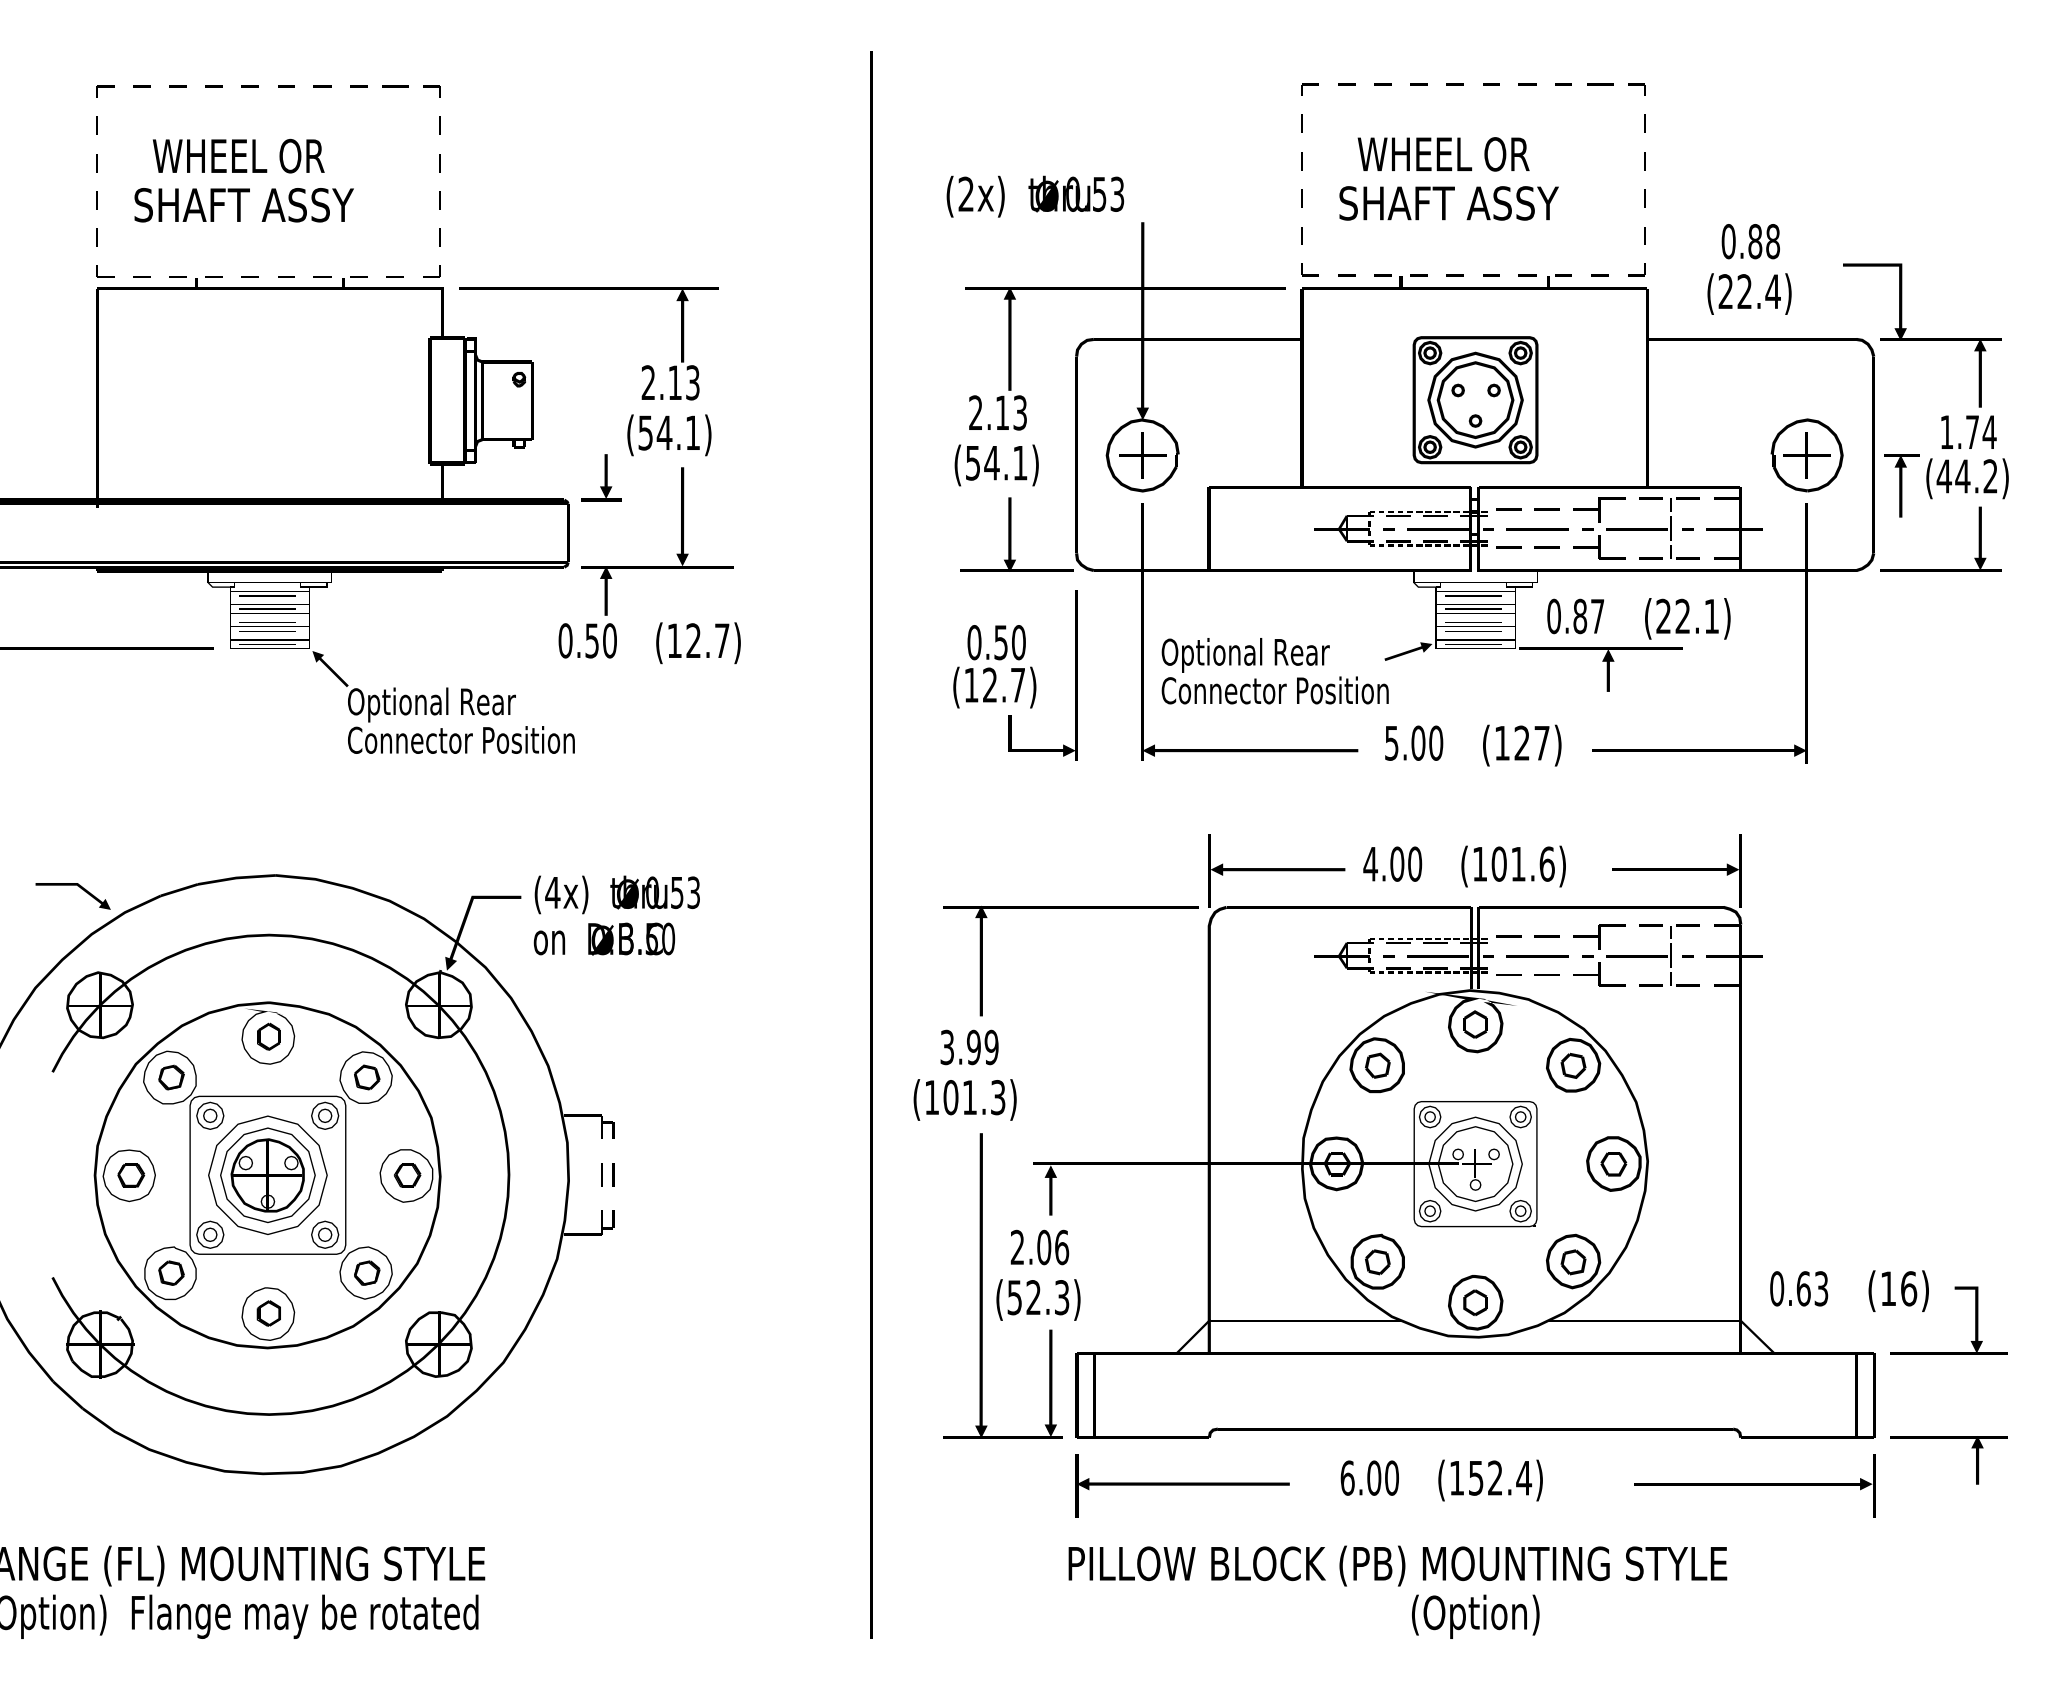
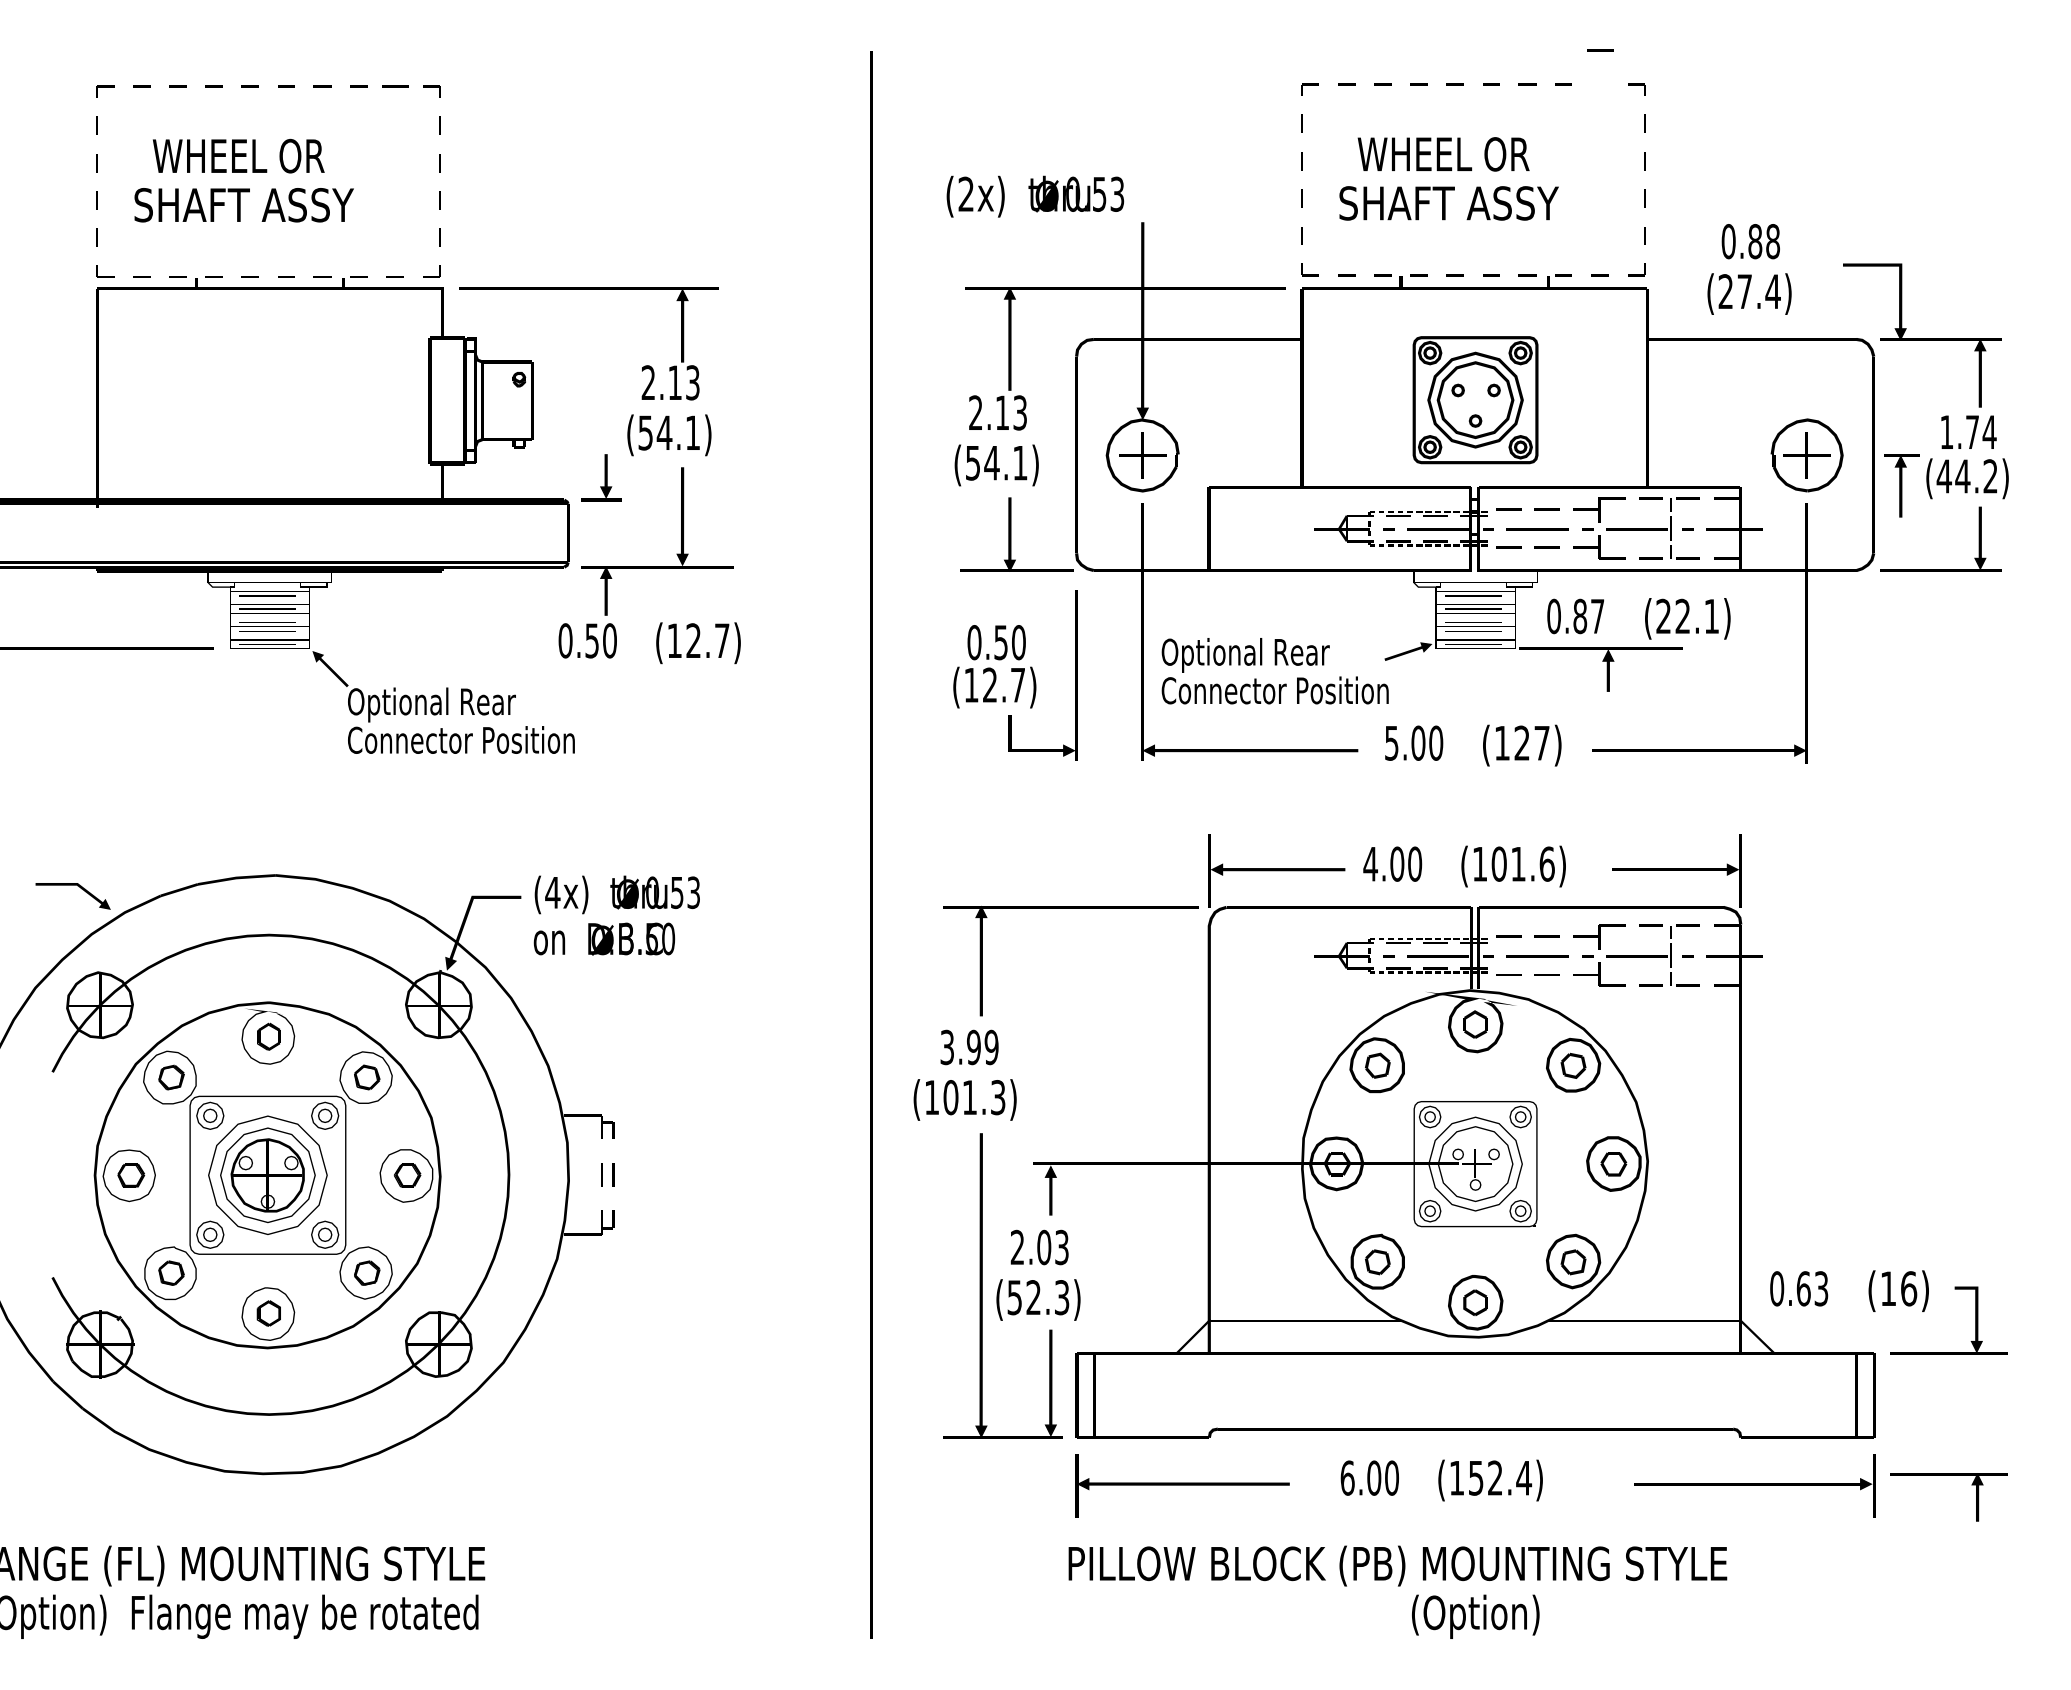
line at (1600, 84) position: (1600, 84) -> (1600, 50)
text at (1744, 291): (22.4) -> (27.4)
text at (1062, 1247): 2.06 -> 2.03
part at (1948, 1438) position: (1948, 1438) -> (1948, 1475)
